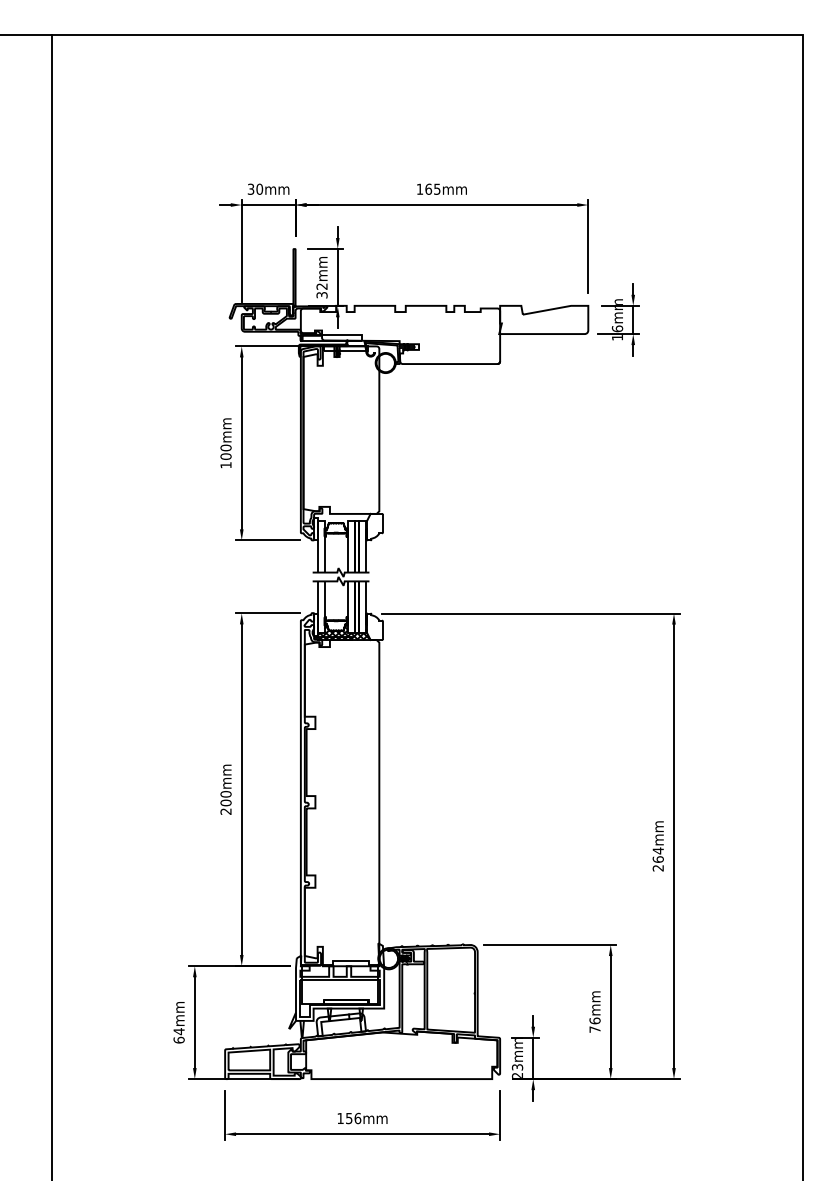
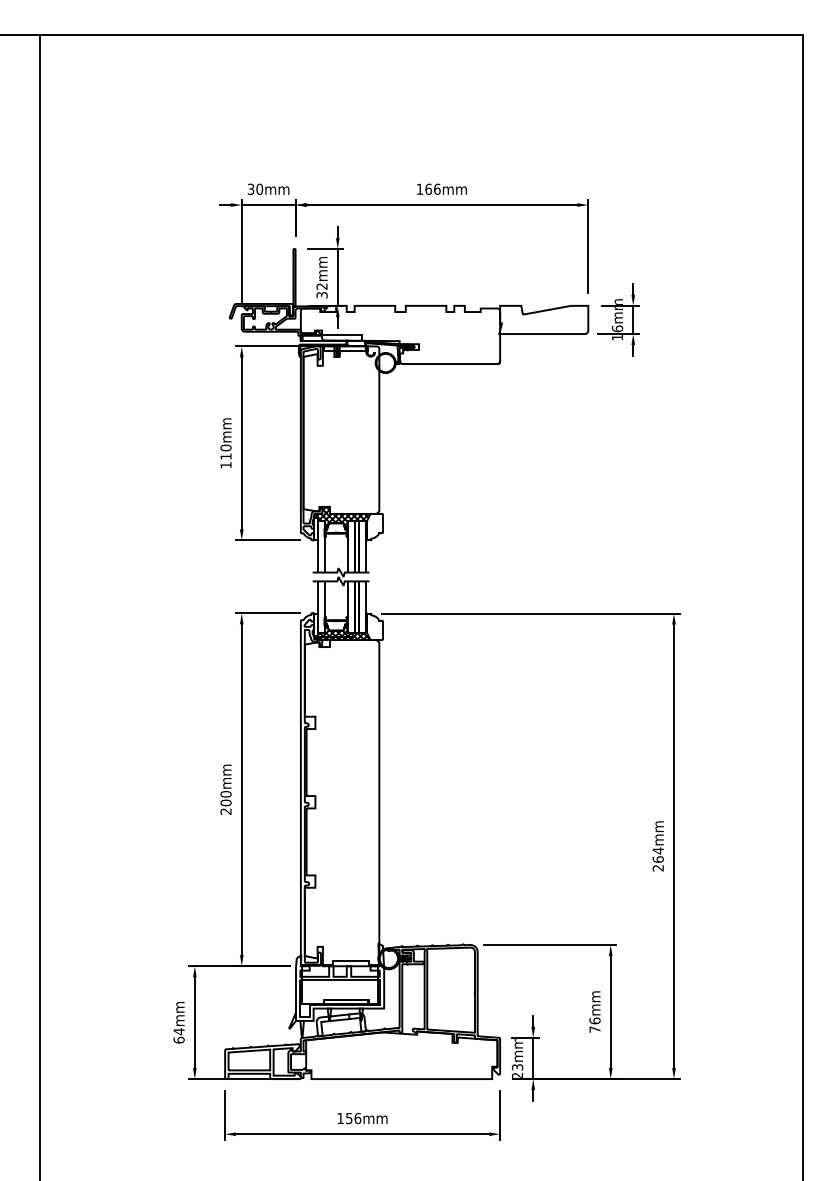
text at (437, 188): 165mm -> 166mm
text at (225, 456): 100mm -> 110mm
hatch at (341, 517): none -> present
line at (52, 606) position: (52, 606) -> (40, 606)
